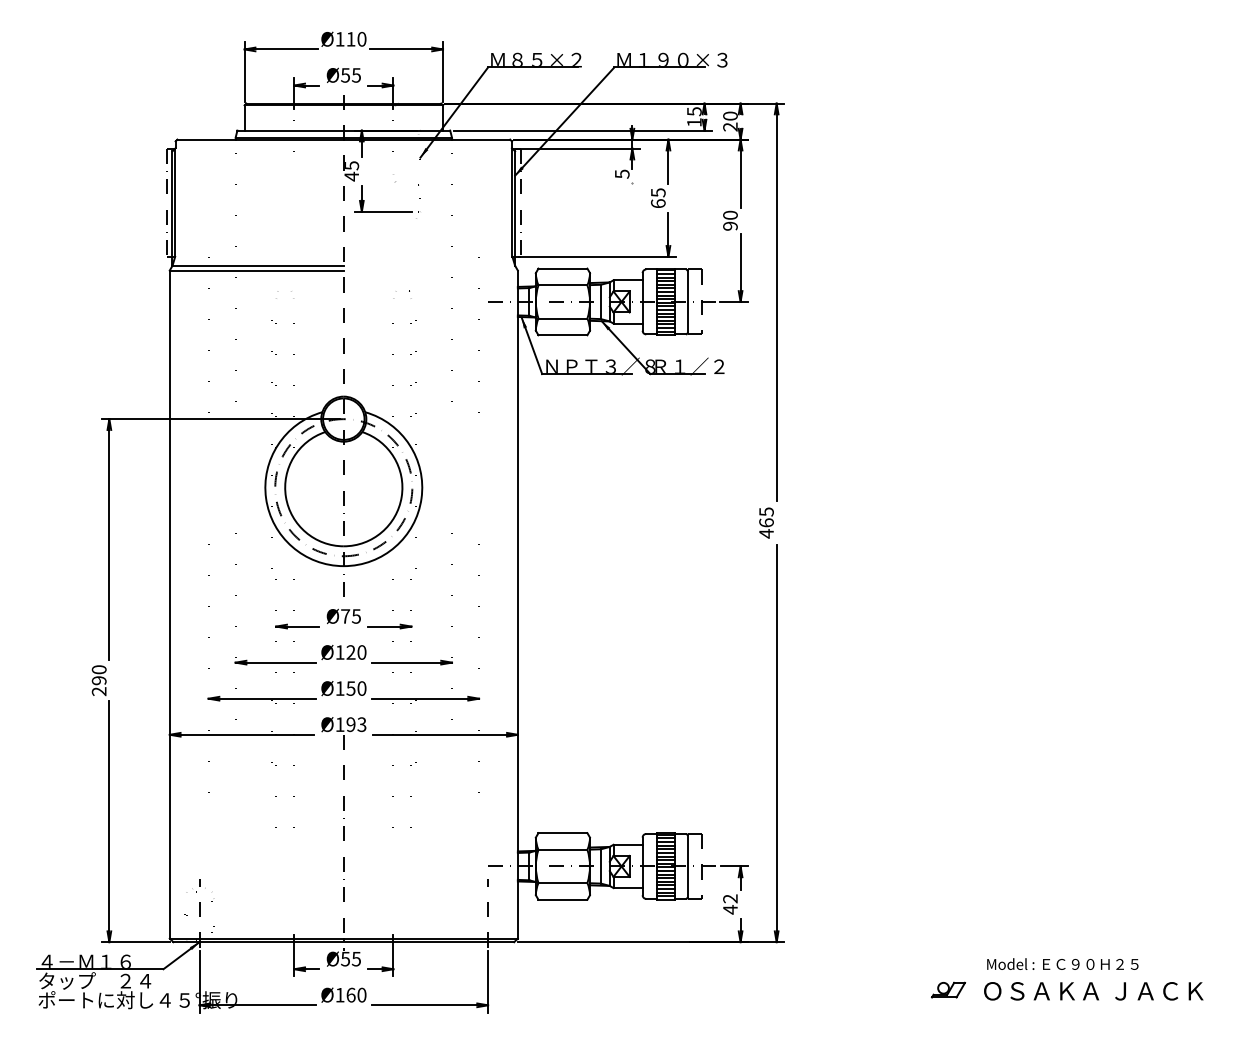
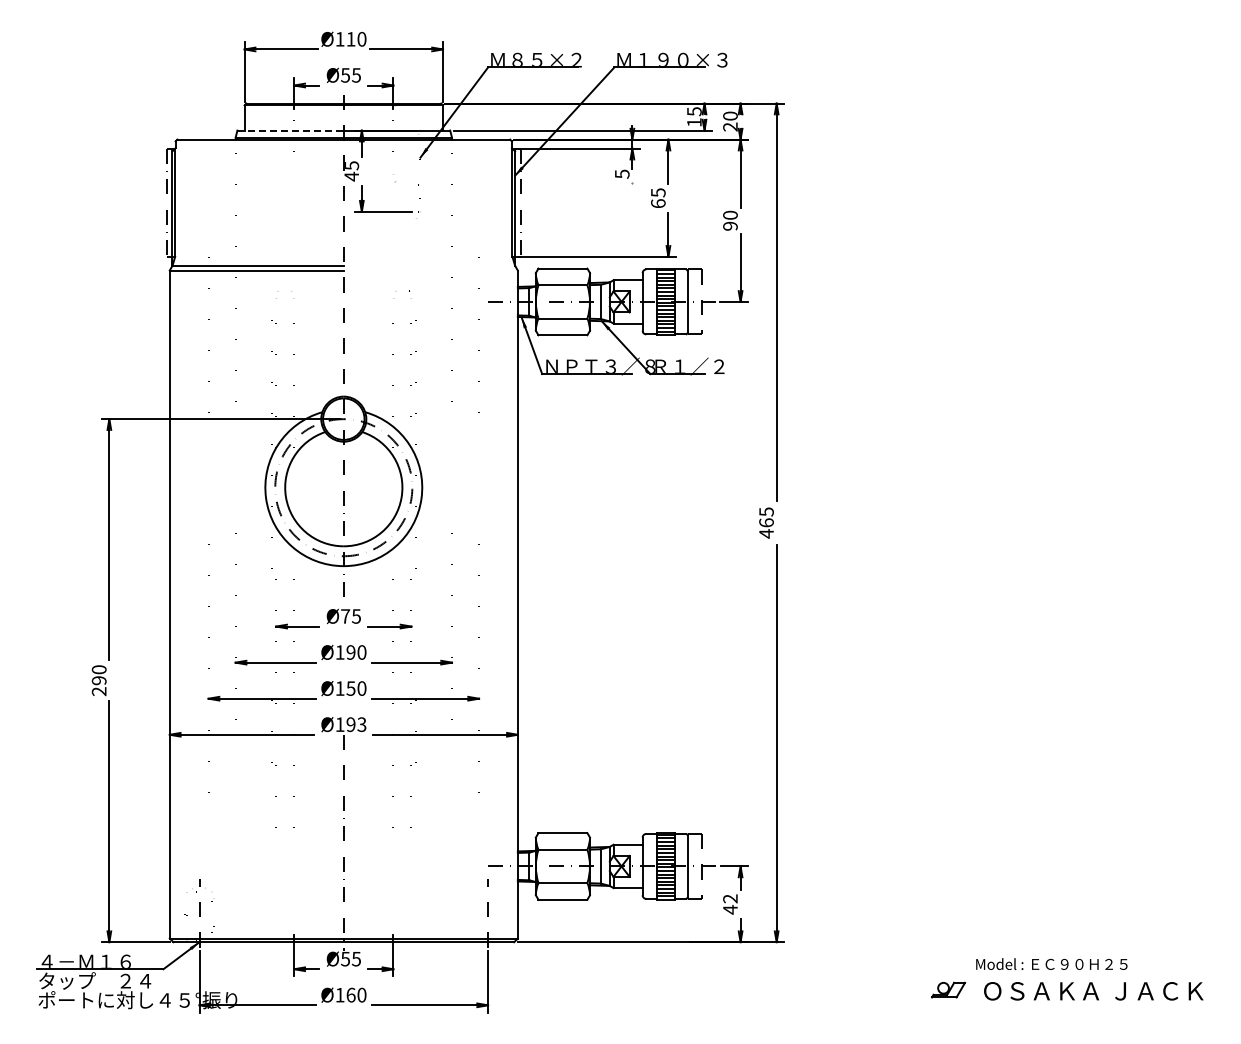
line at (291, 130): solid -> dashed
text at (350, 652): Ø120 -> Ø190
text at (1062, 963) position: (1062, 963) -> (1051, 963)
